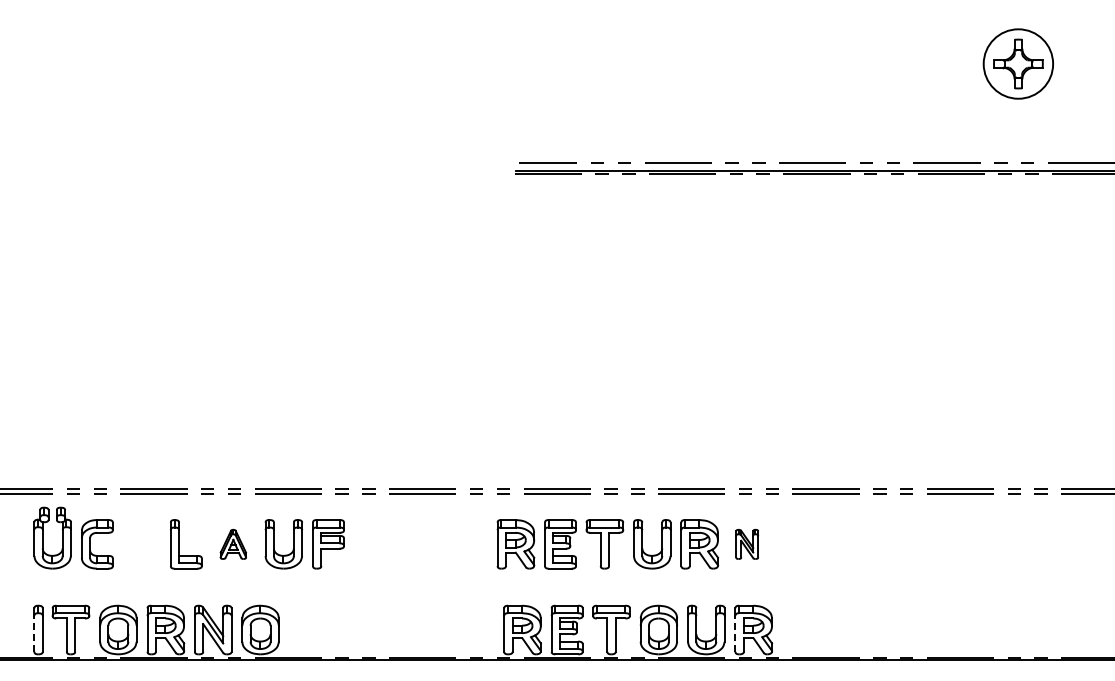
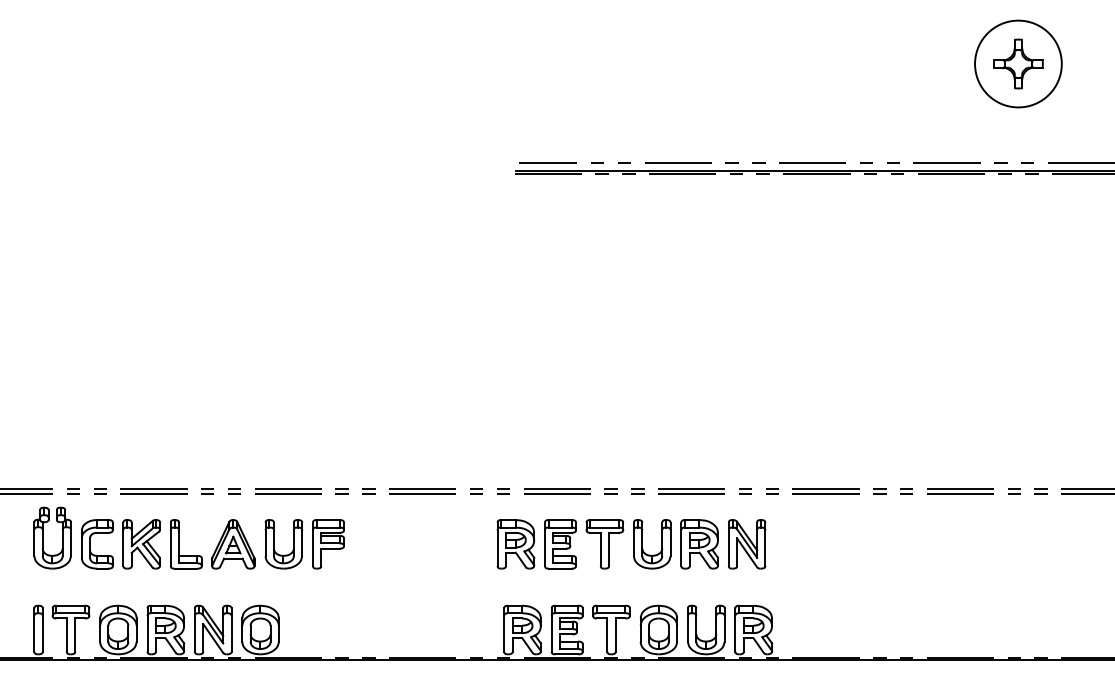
circle at (1018, 63) diameter: 69 px -> 87 px
part at (746, 543) size: 24x32 px -> 39x51 px
part at (141, 544): none -> present
part at (232, 544) size: 28x31 px -> 45x51 px
line at (34, 633): dashed -> solid
line at (735, 633): dashed -> solid
